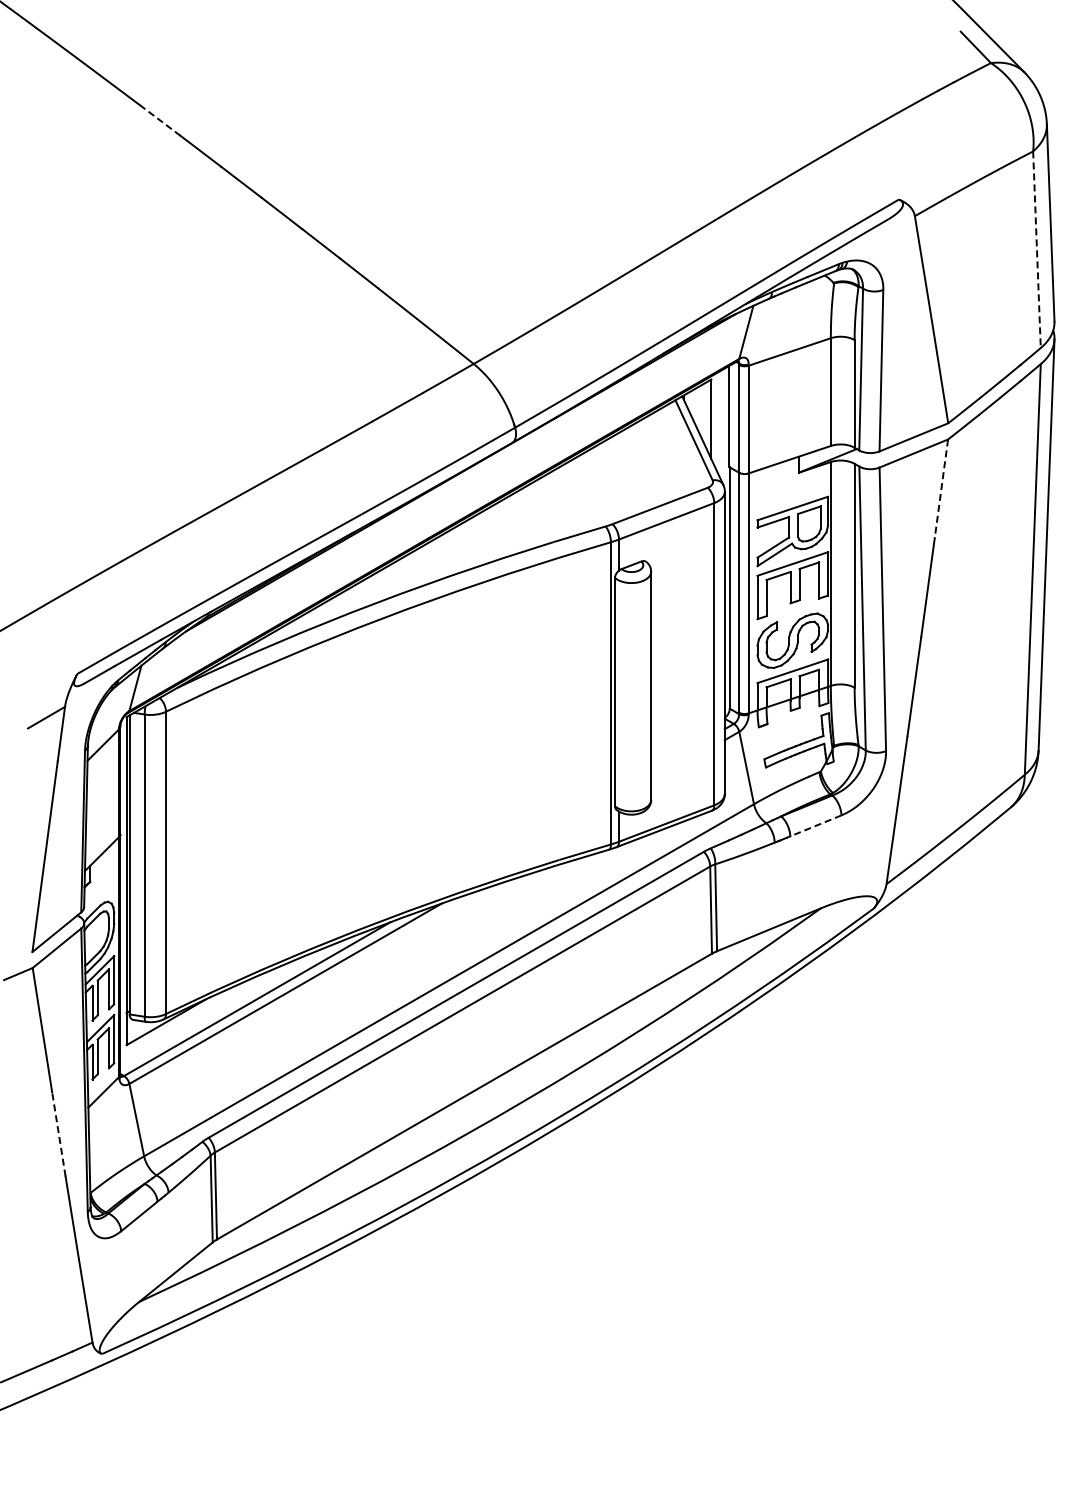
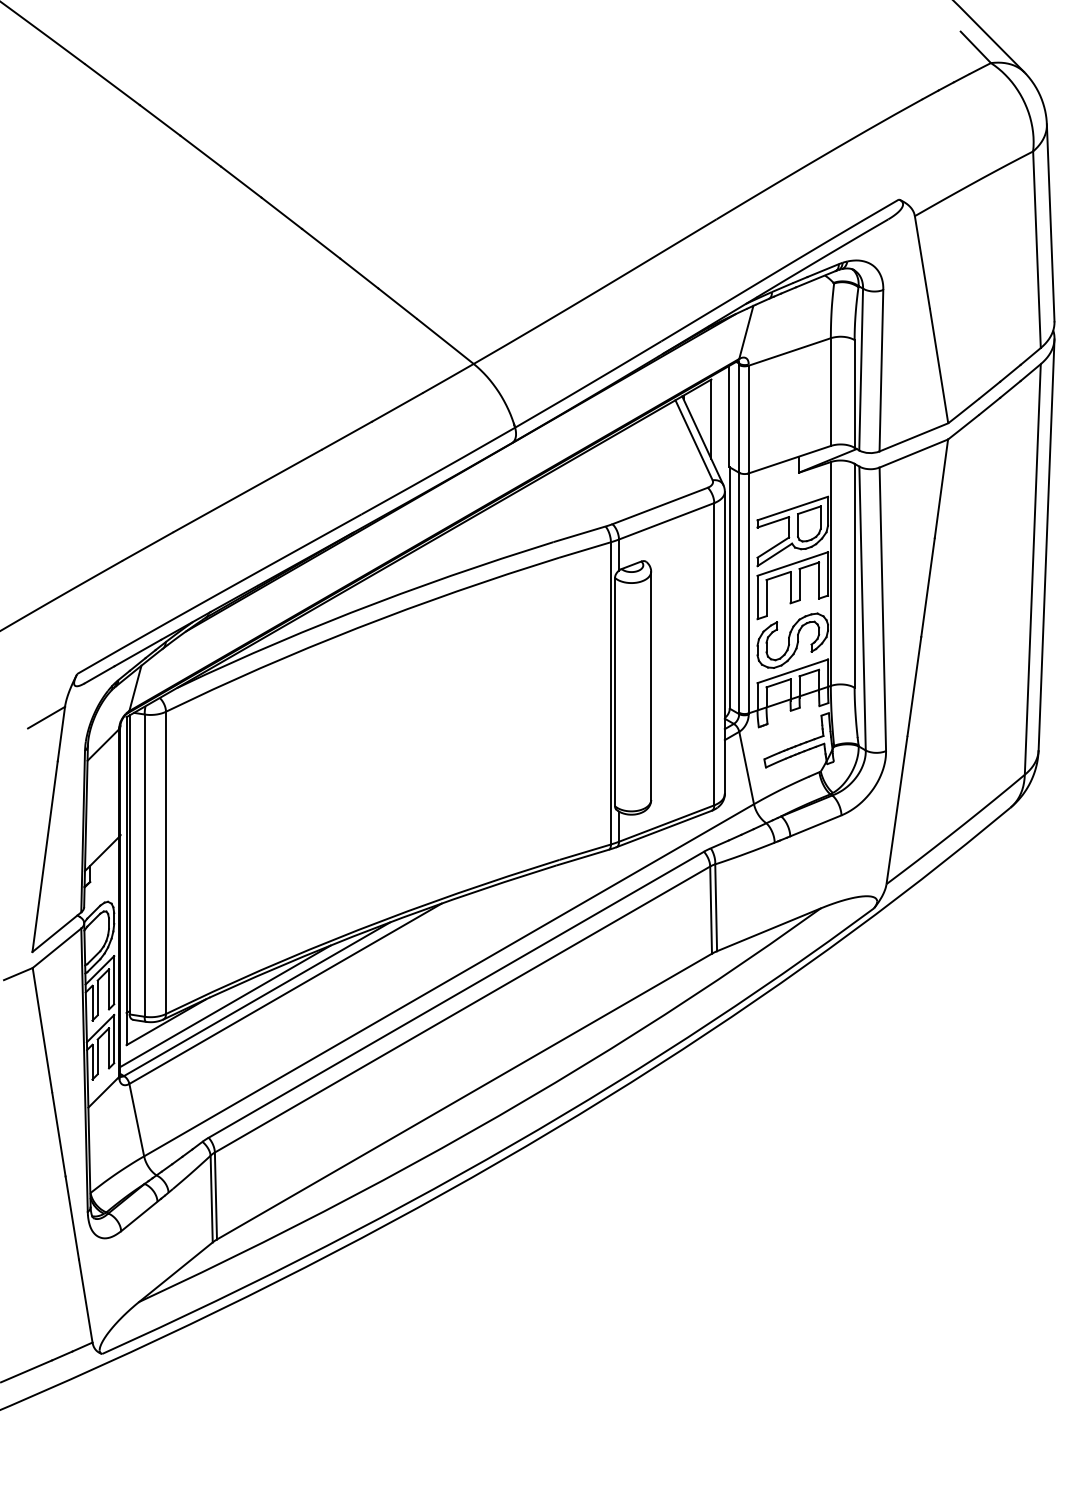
line at (159, 120): dashed -> solid
line at (1036, 250): dashed -> solid
line at (941, 488): dashed -> solid
line at (815, 825): dashed -> solid
line at (225, 1005): none -> present
line at (58, 1134): dashed -> solid
